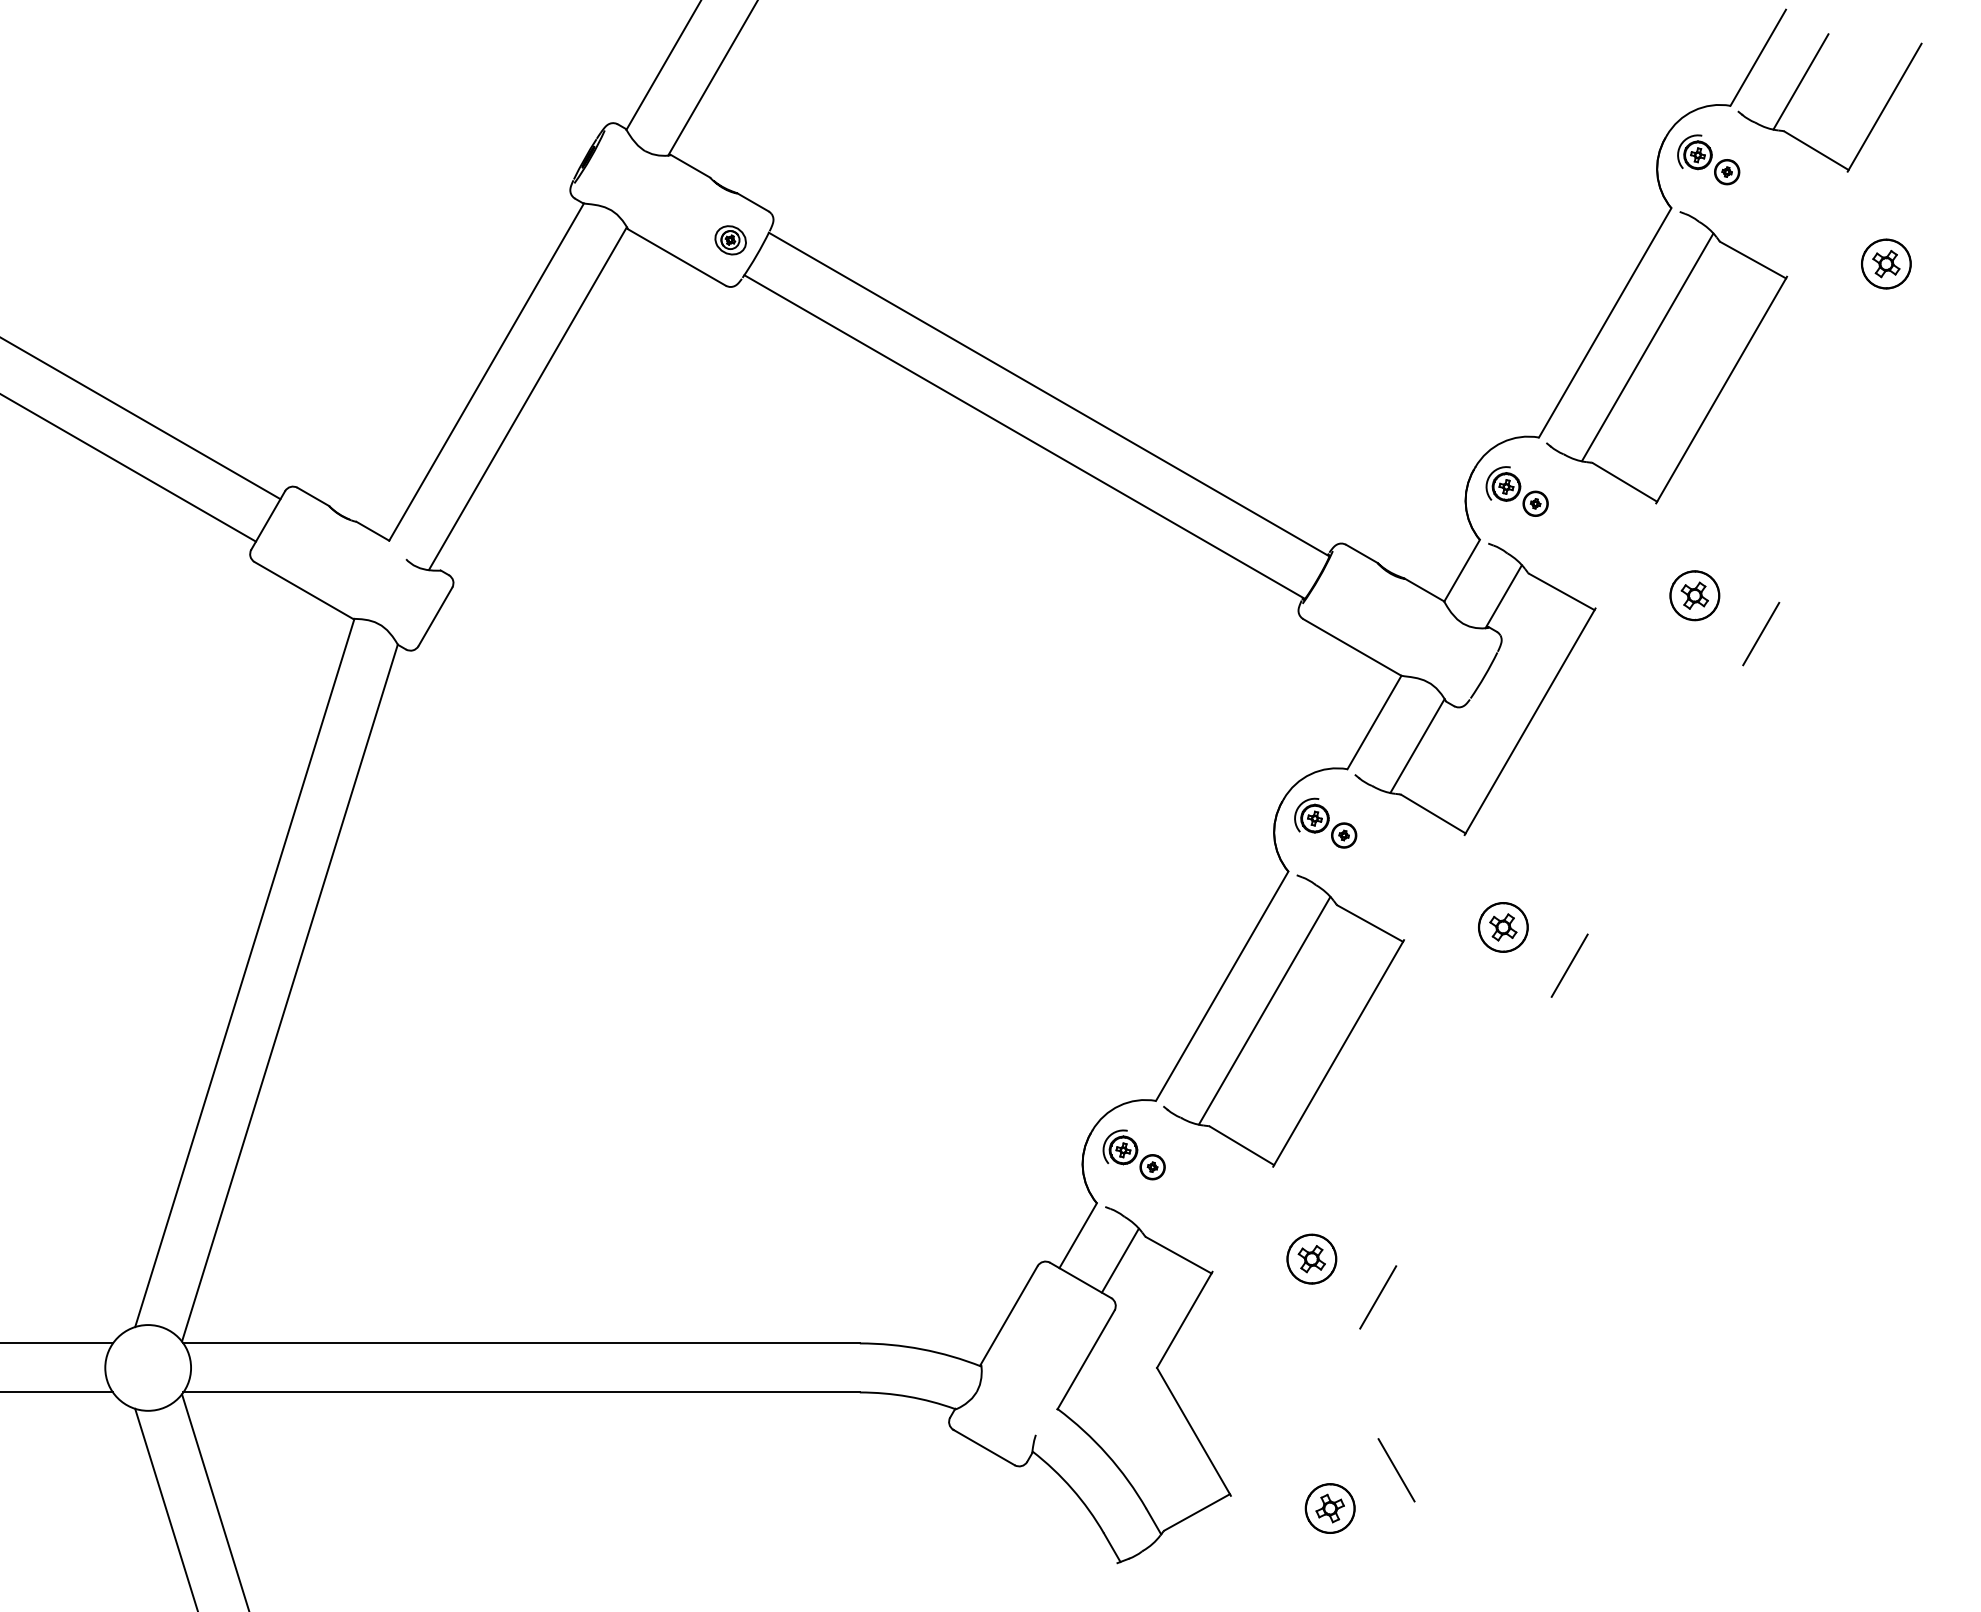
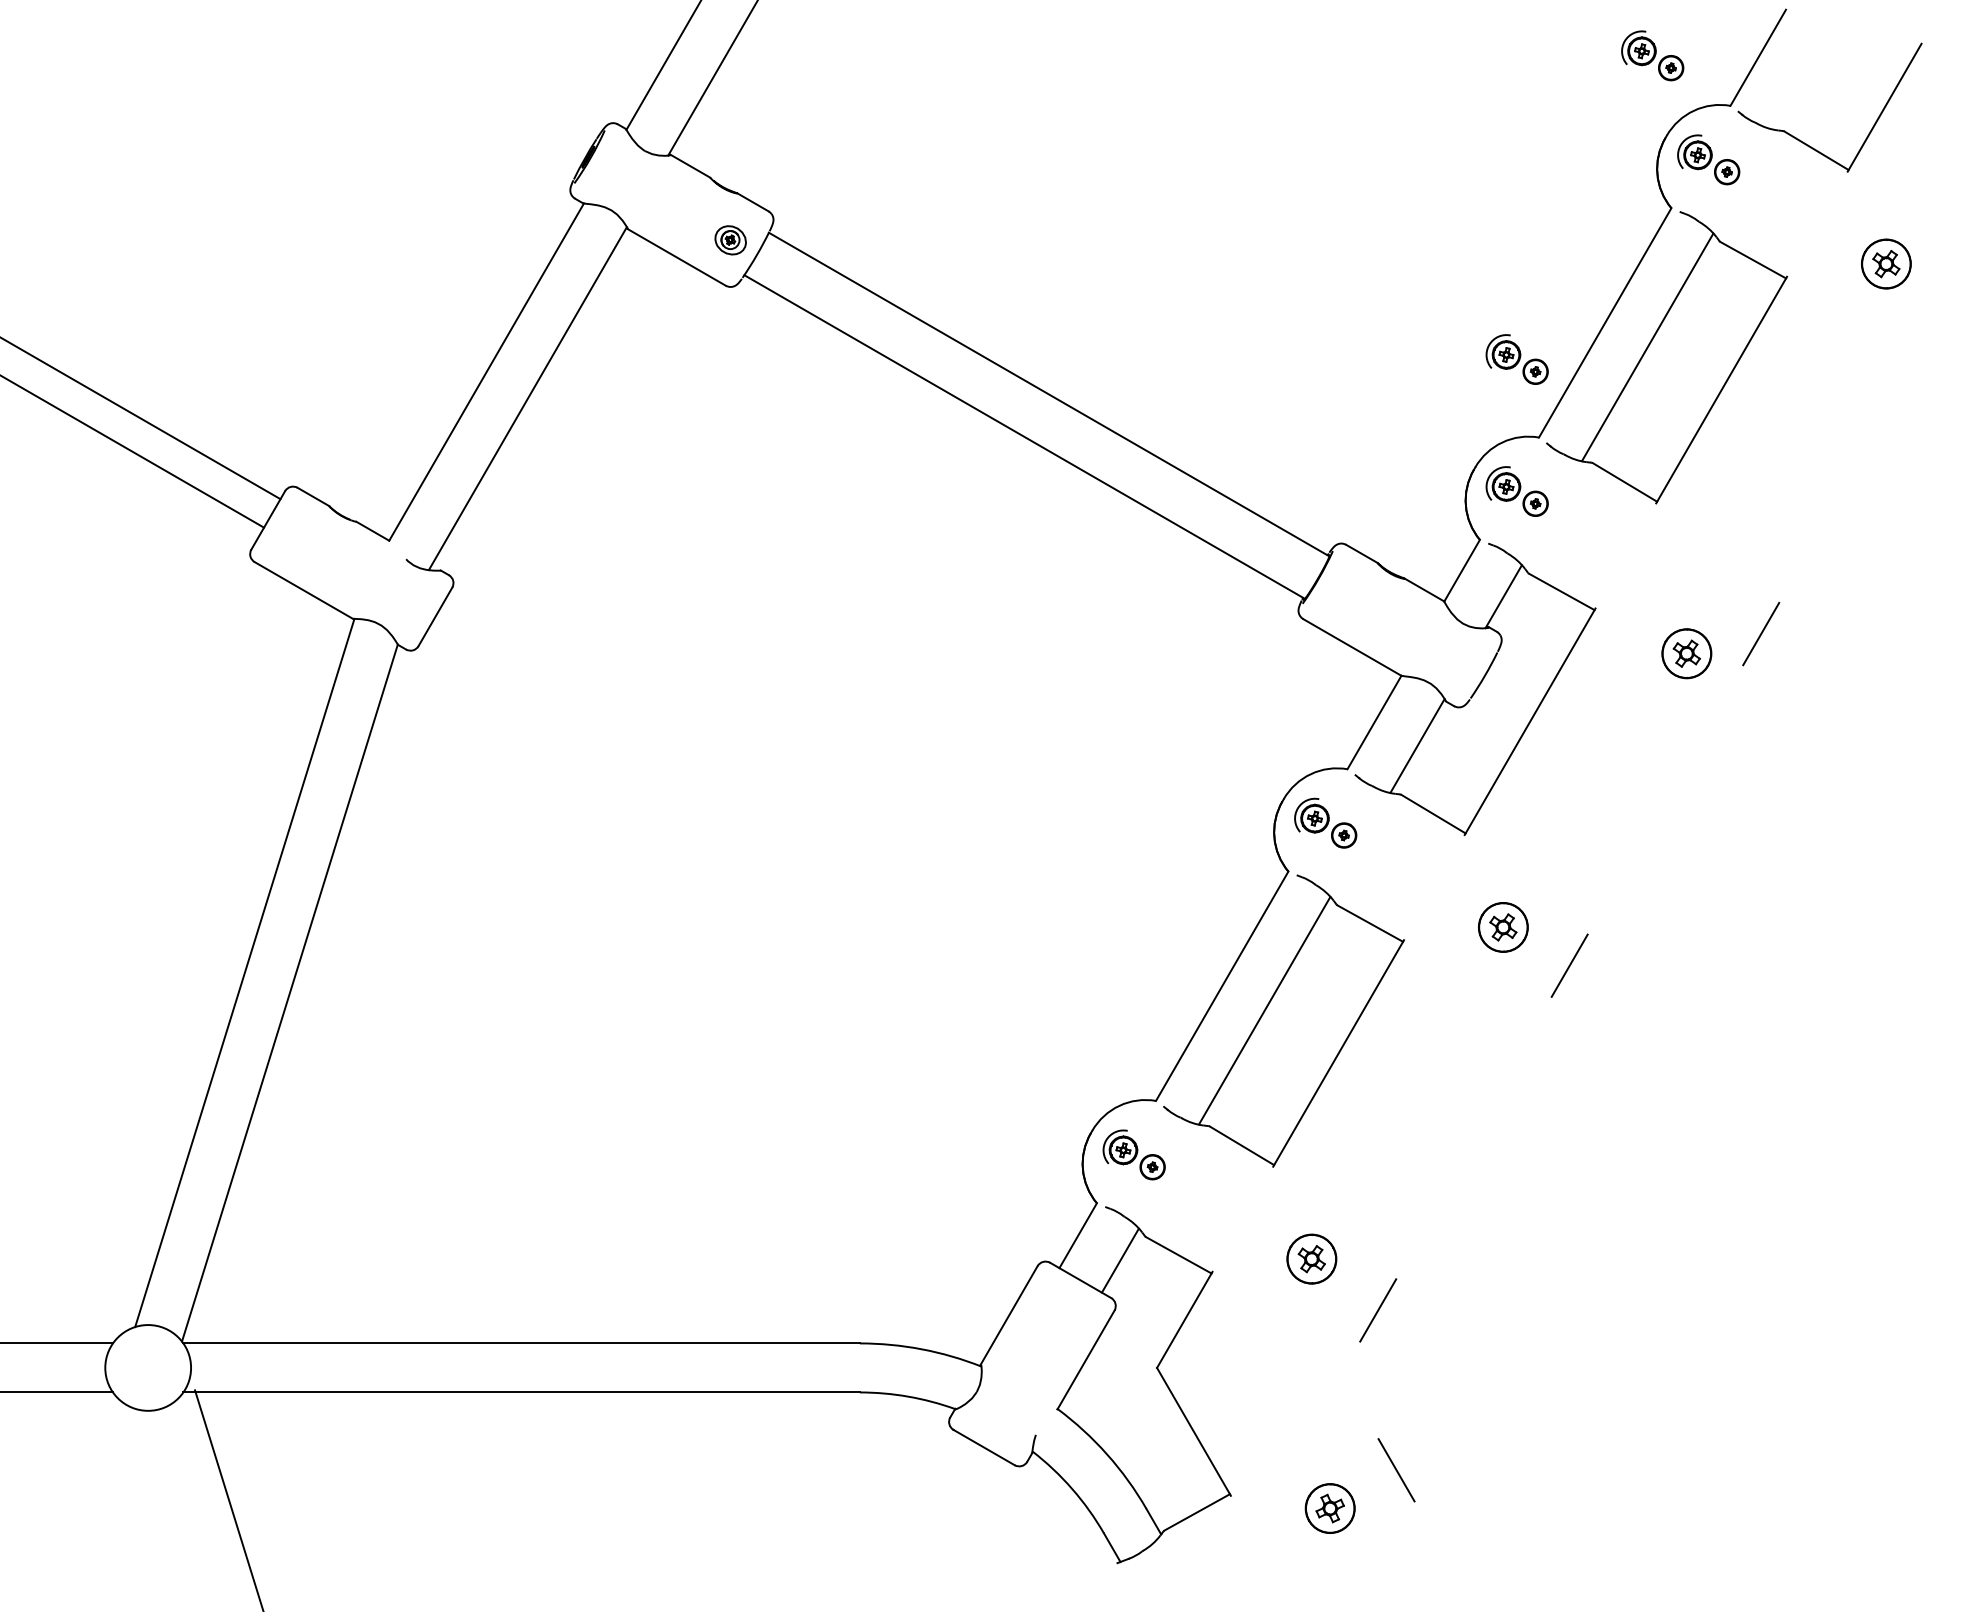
part at (1652, 55): none -> present
line at (1800, 81): present -> none
part at (1516, 359): none -> present
line at (128, 468) position: (128, 468) -> (132, 451)
part at (1694, 595) position: (1694, 595) -> (1686, 653)
line at (1378, 1297) position: (1378, 1297) -> (1378, 1310)
line at (215, 1501) position: (215, 1501) -> (228, 1499)
line at (166, 1508): present -> none
